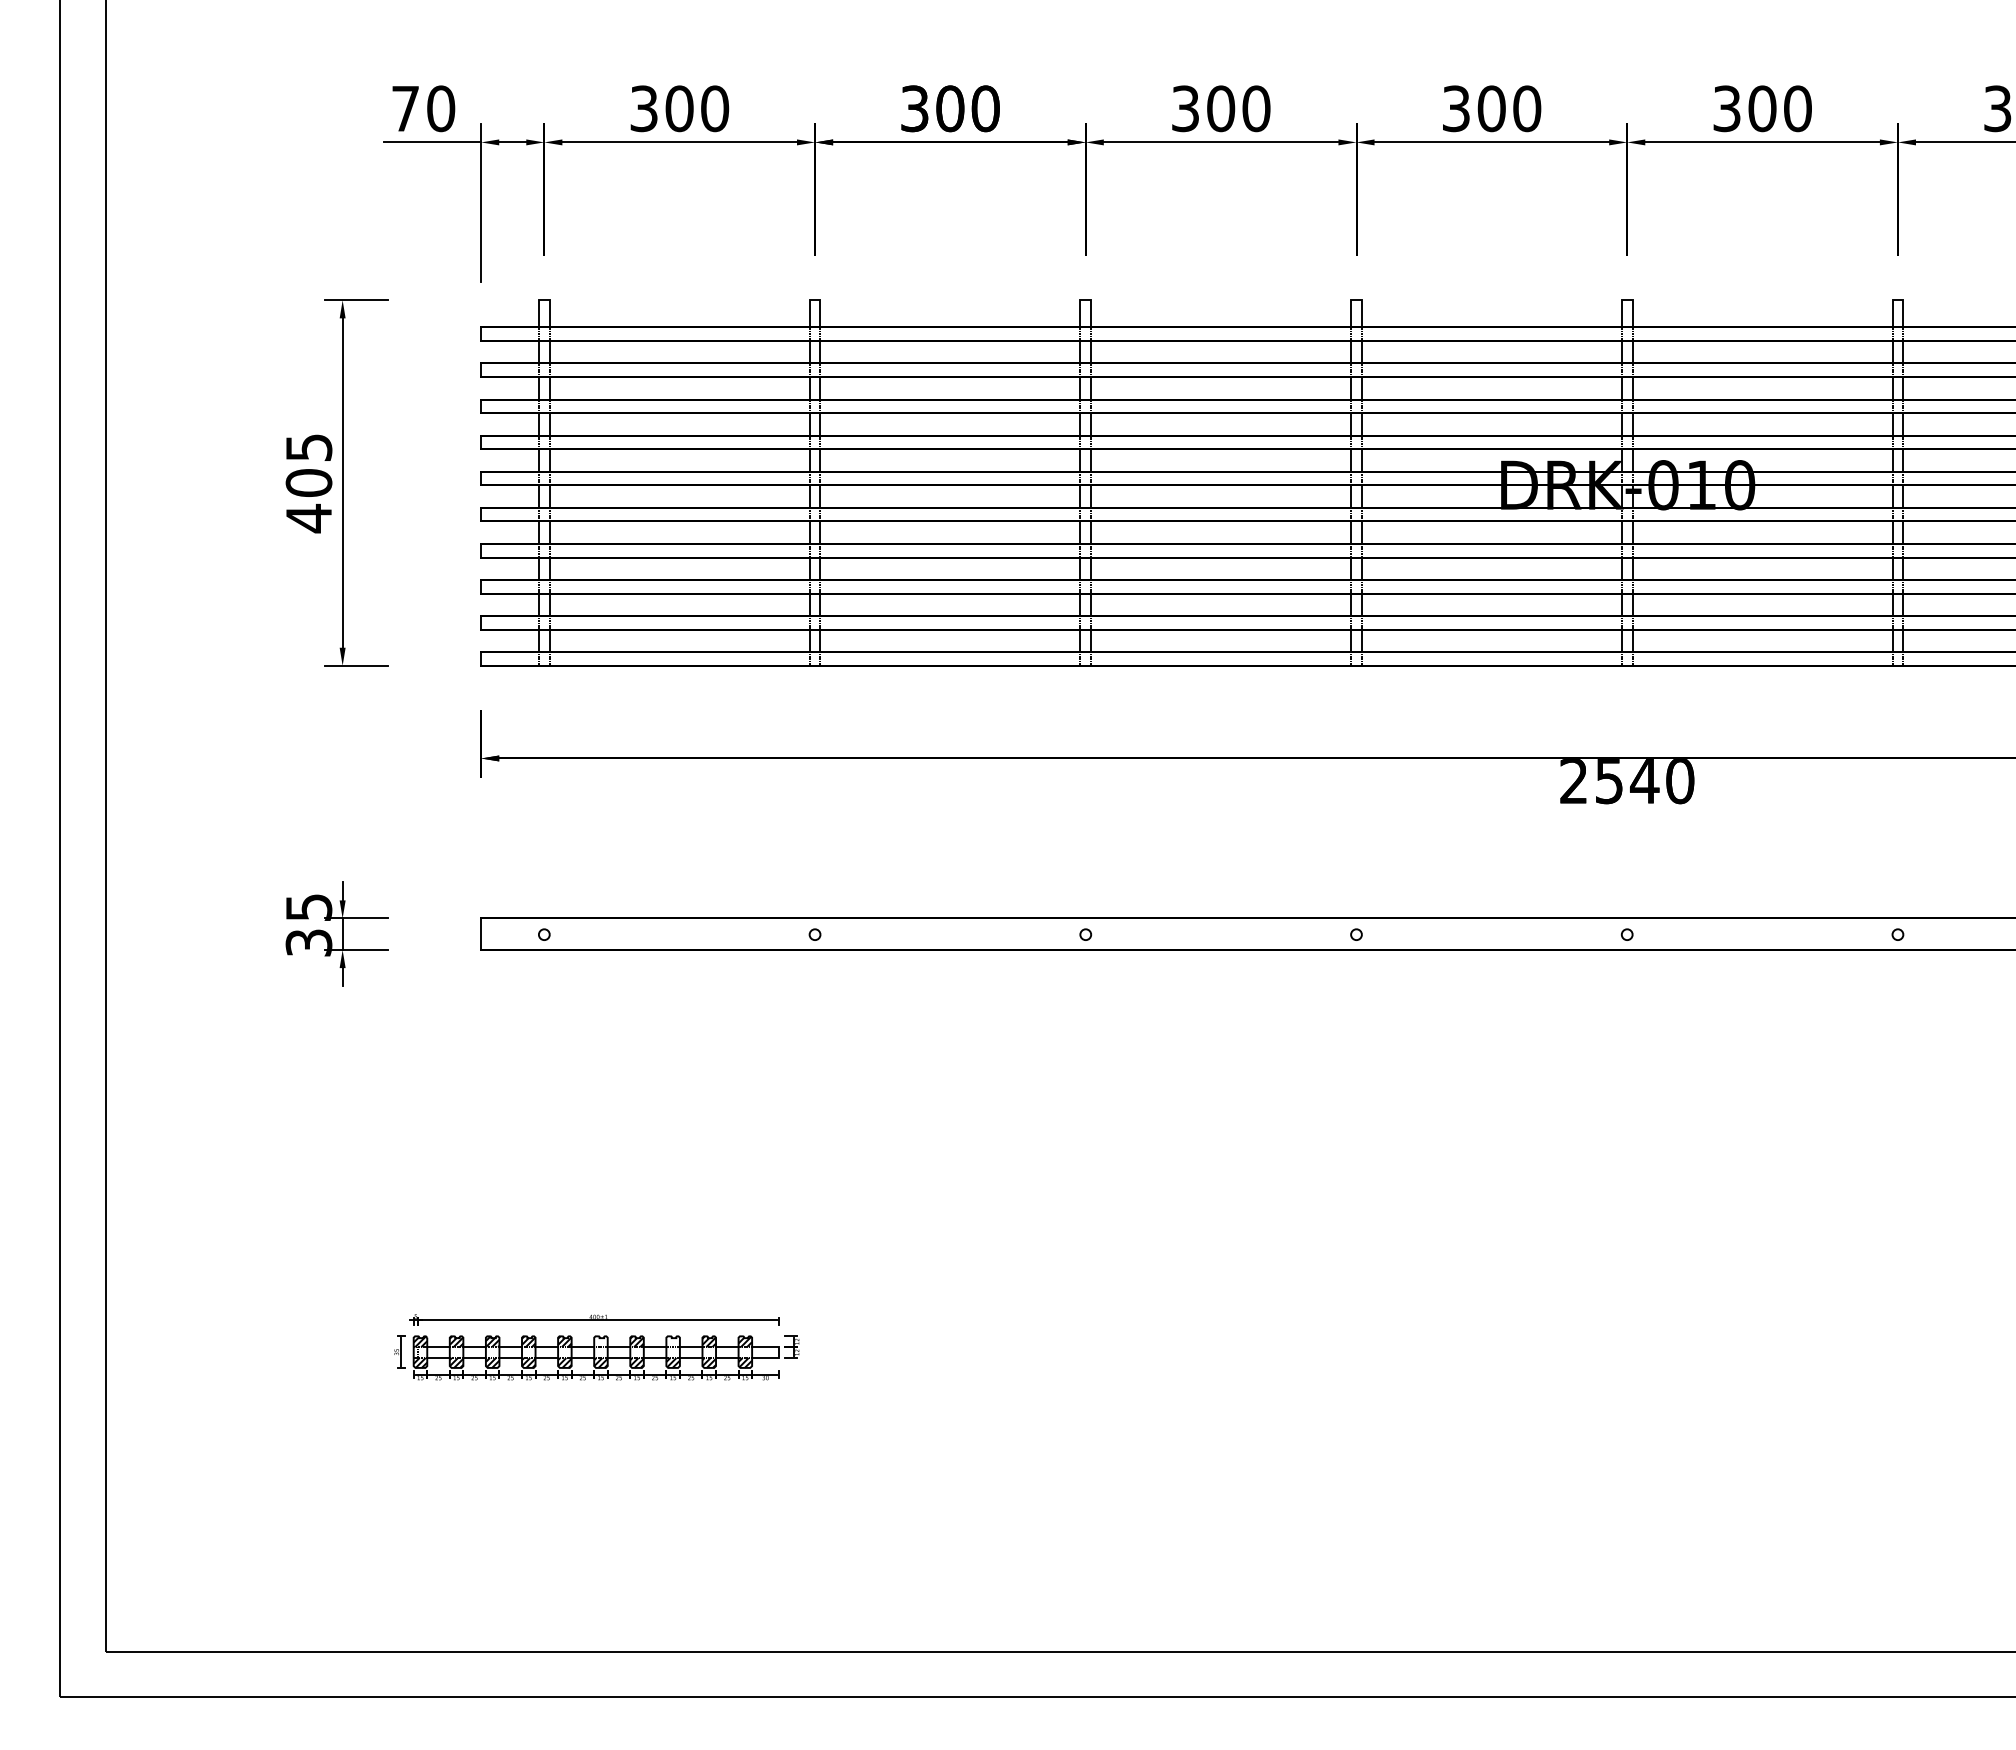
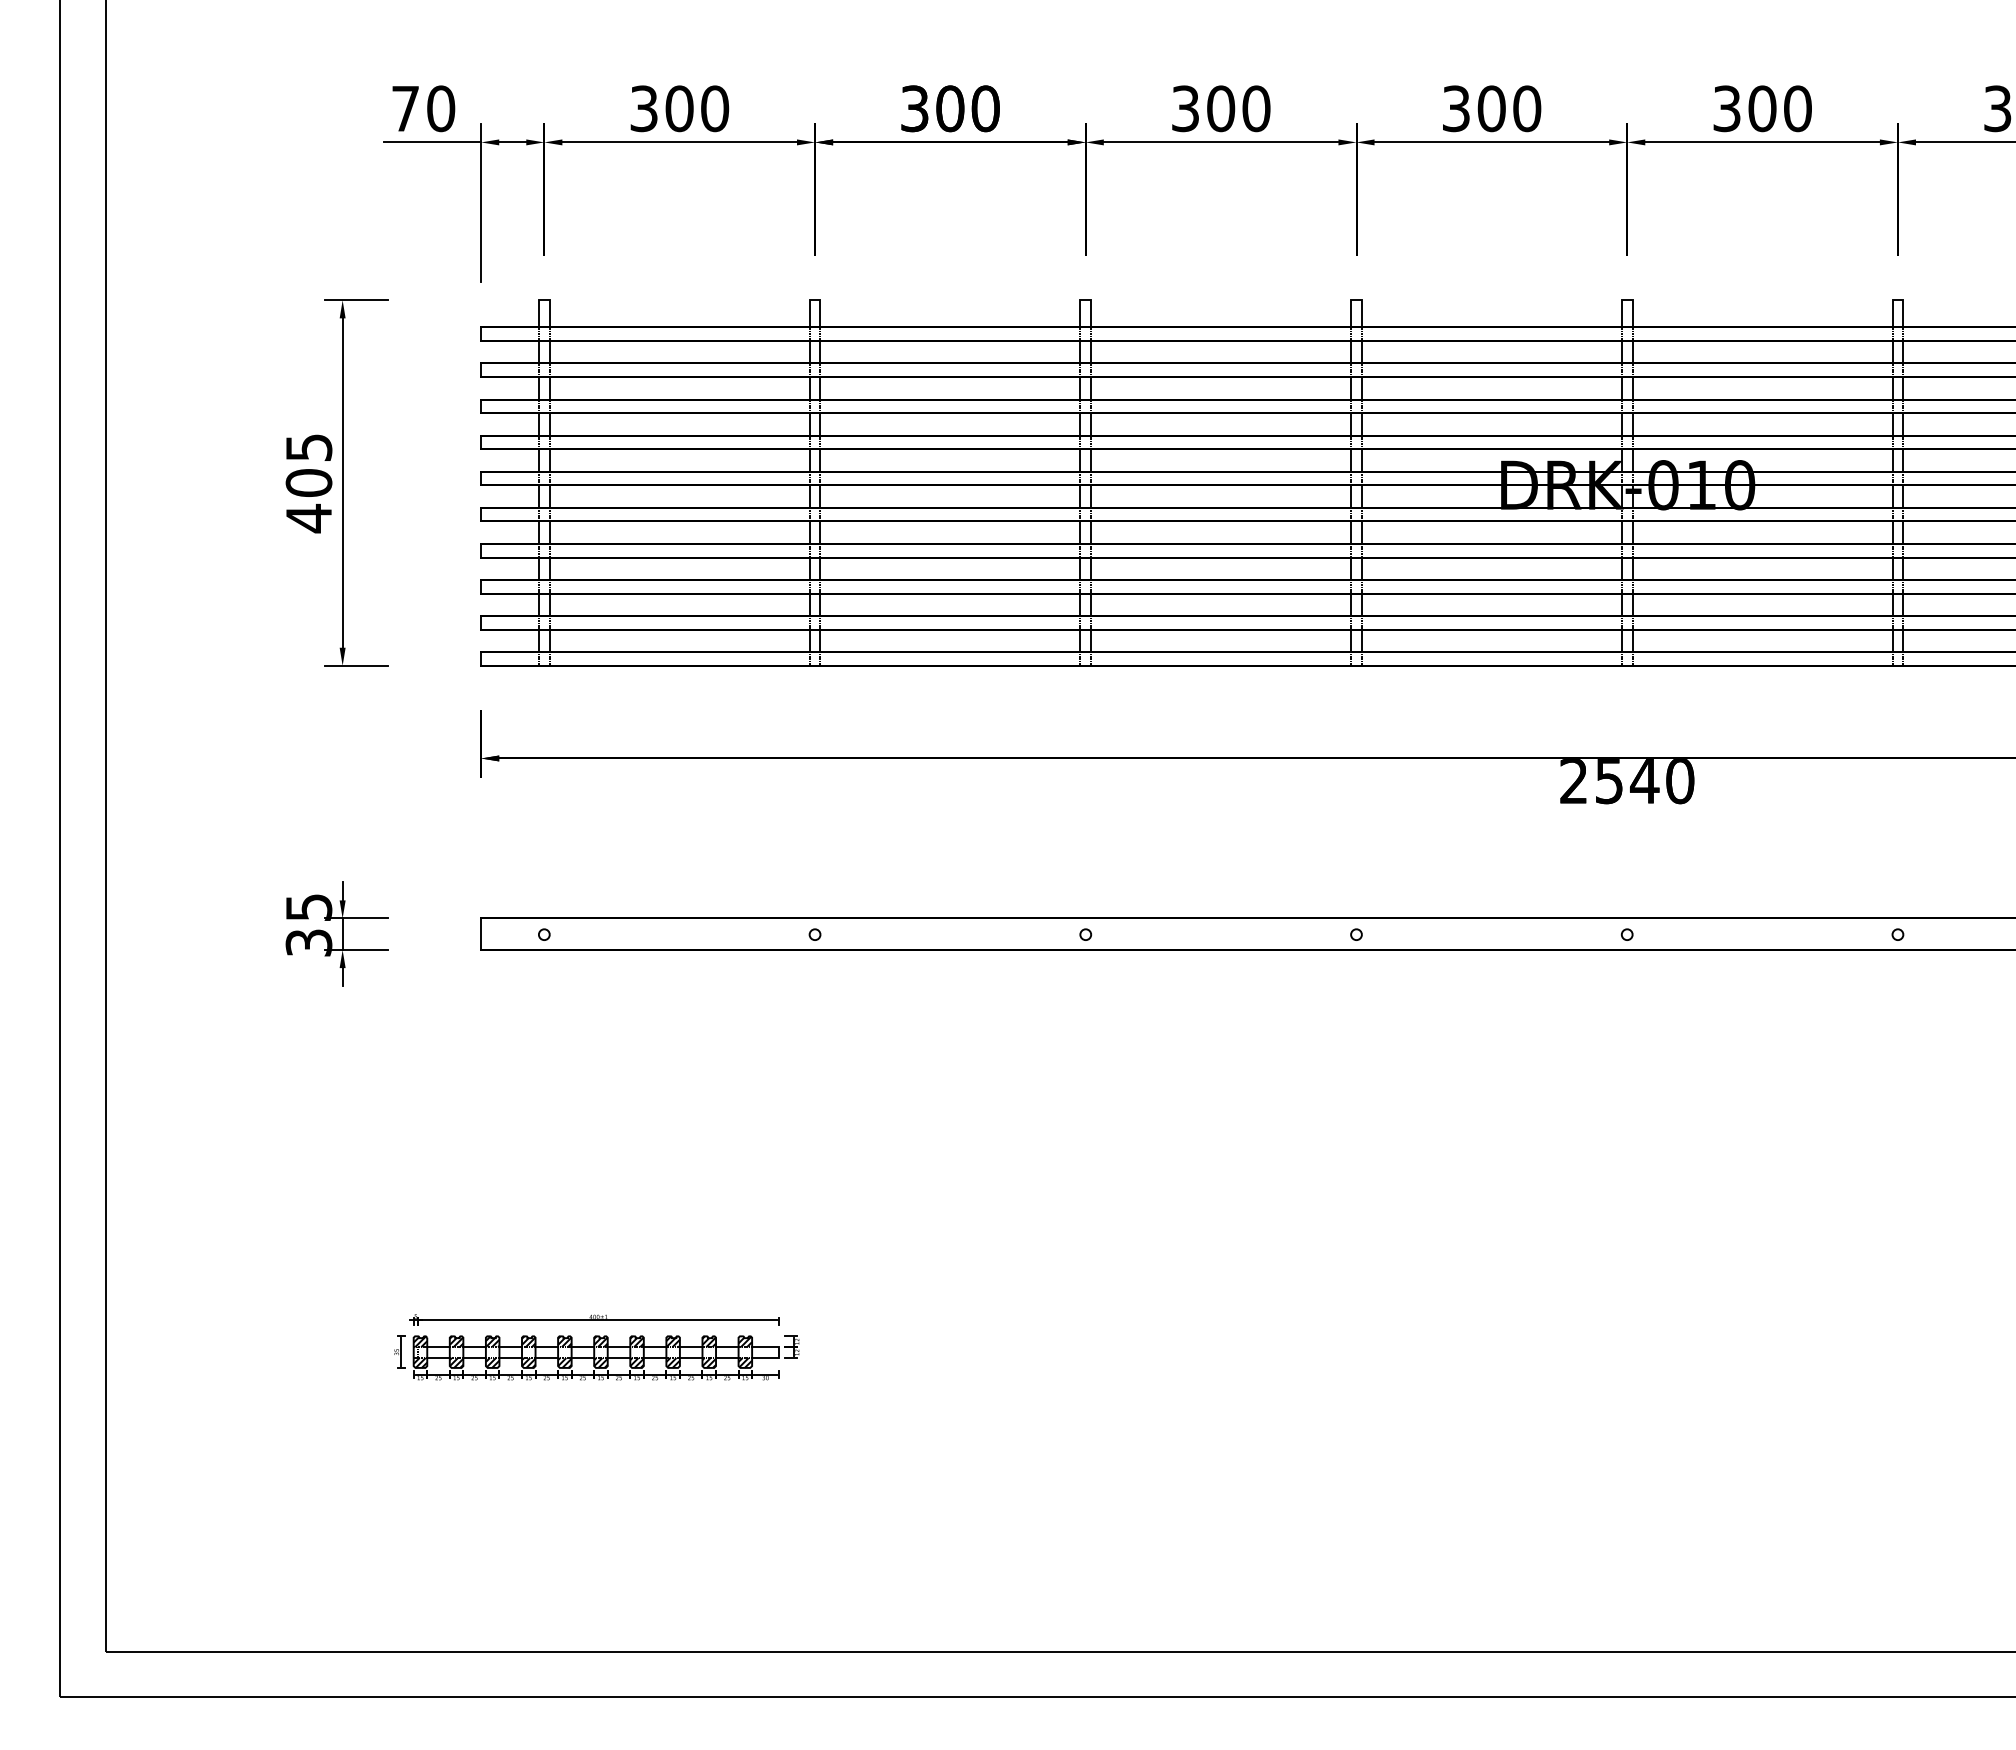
hatch at (600, 1341): none -> present
hatch at (672, 1341): none -> present
